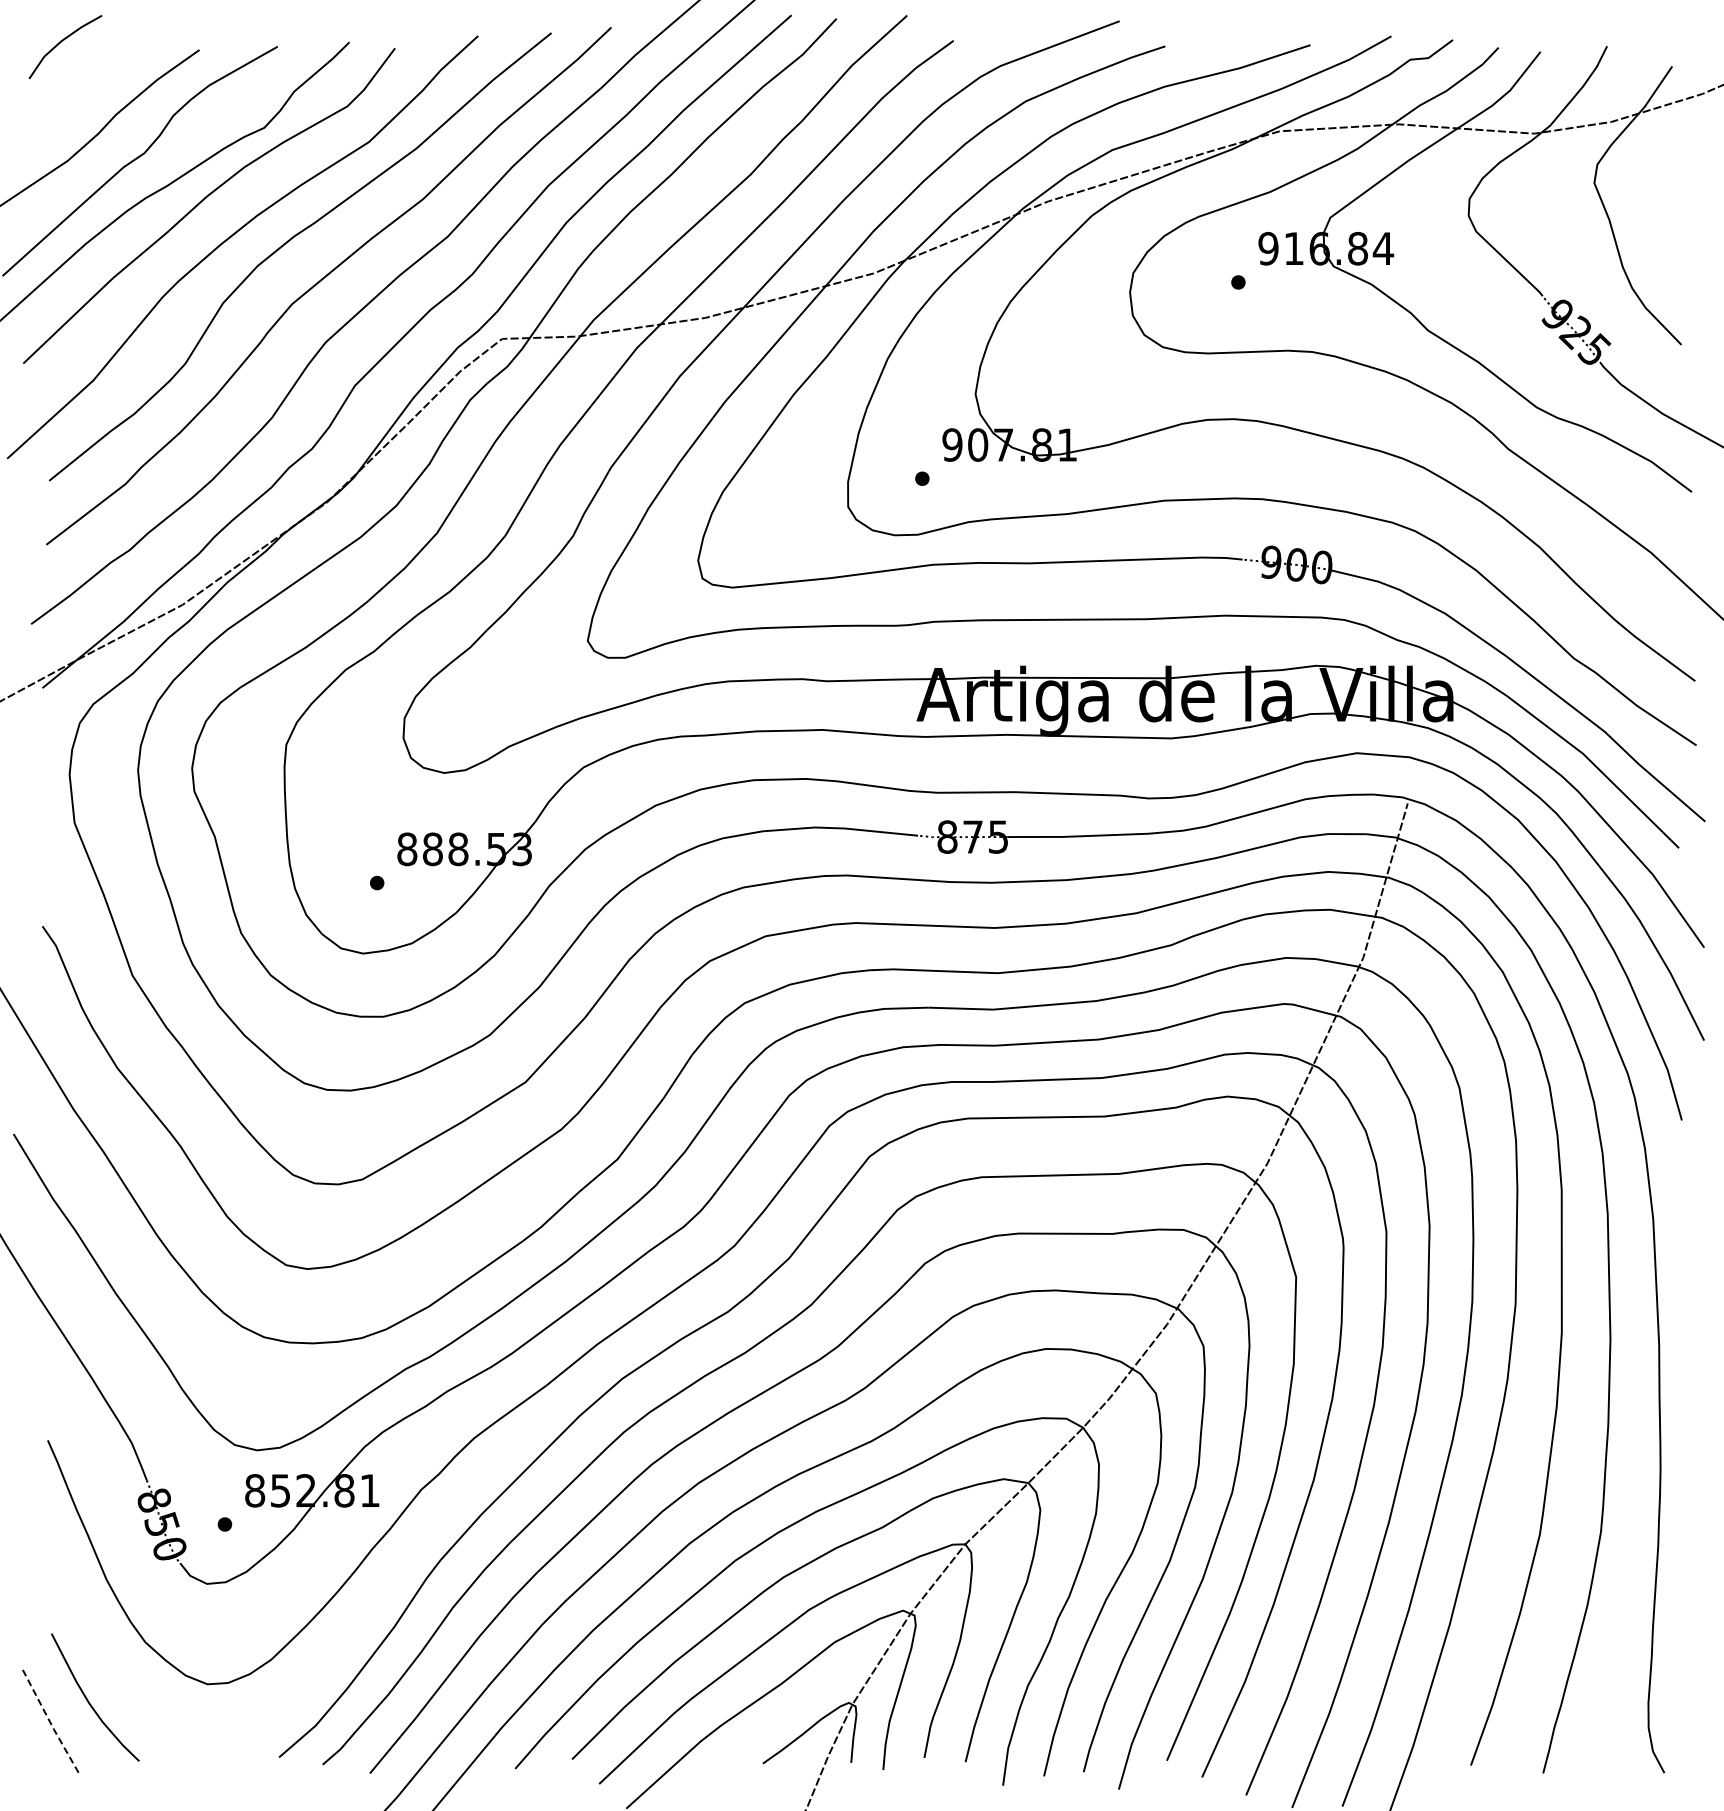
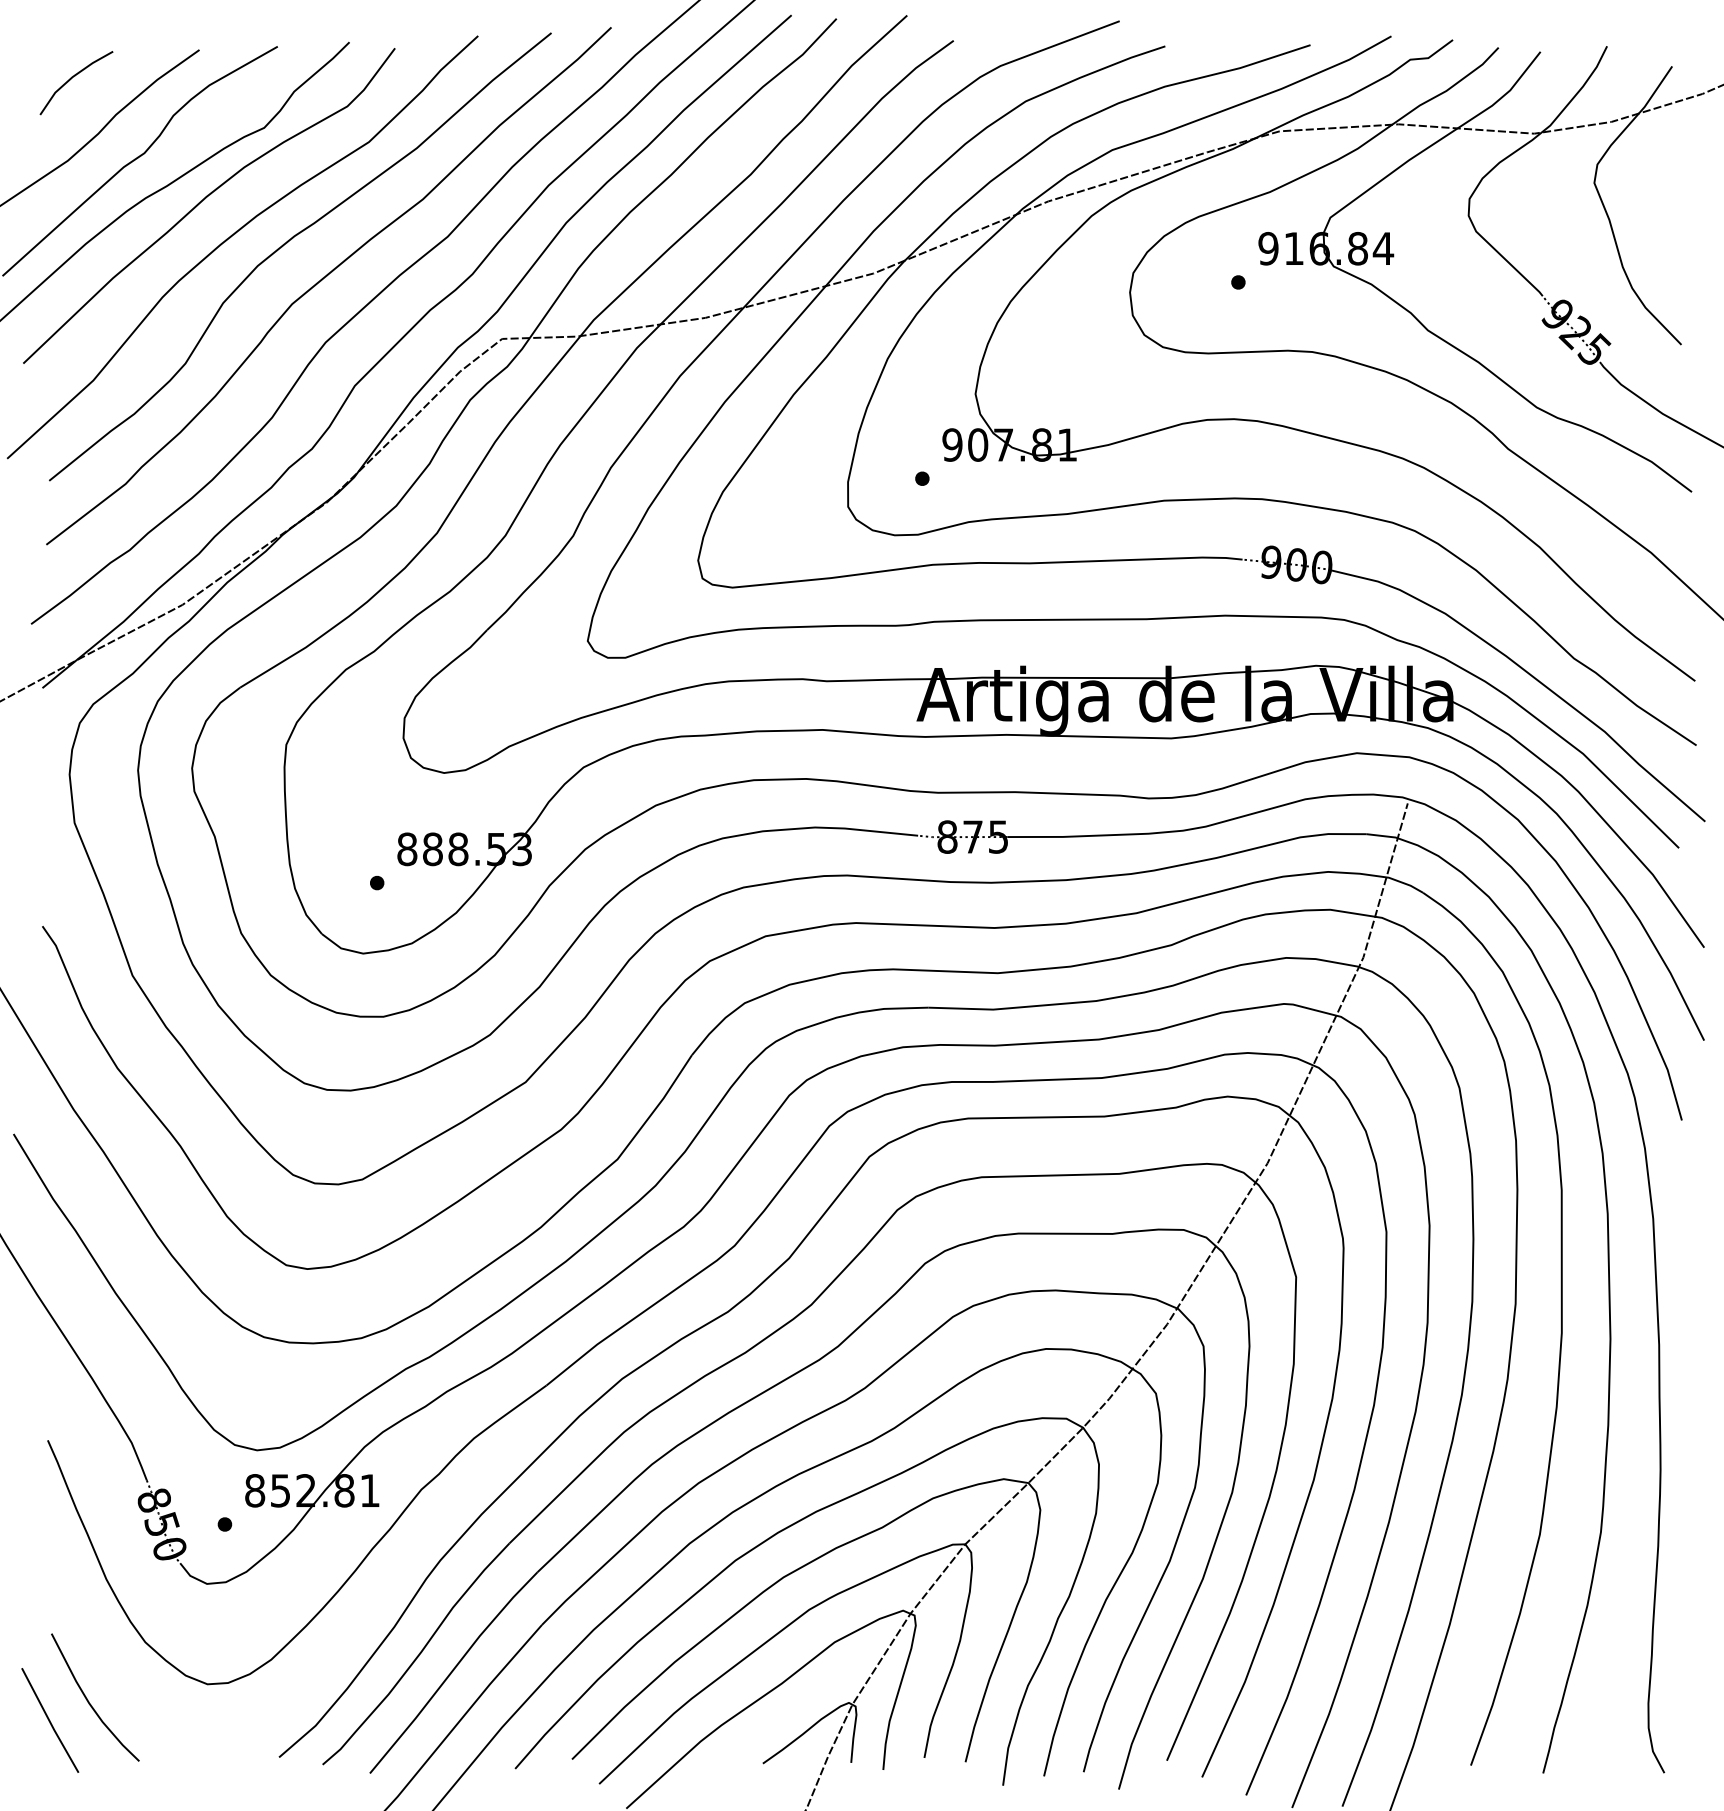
line at (61, 42) position: (61, 42) -> (72, 78)
line at (49, 1721): dashed -> solid
